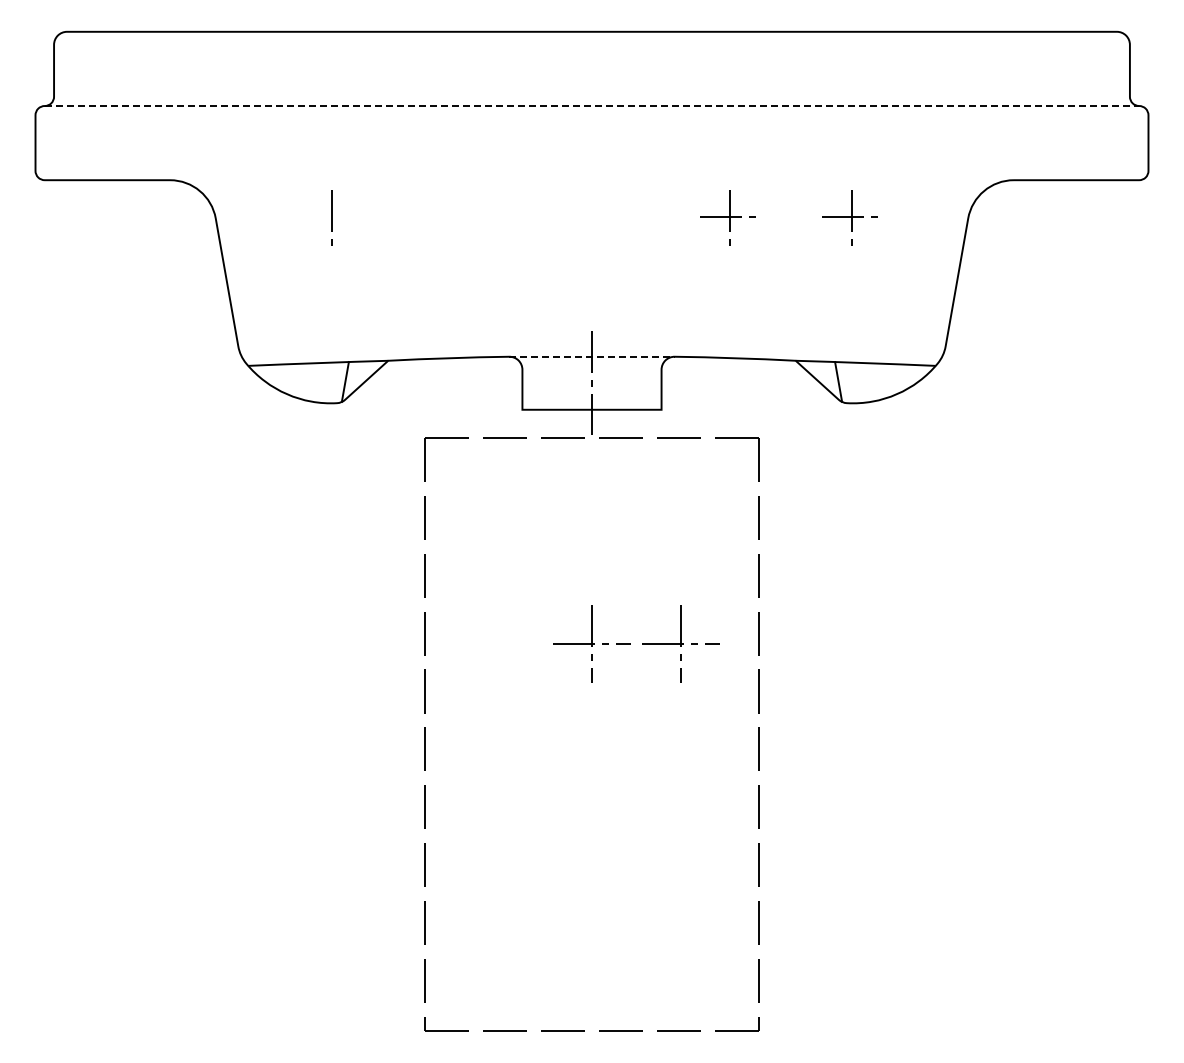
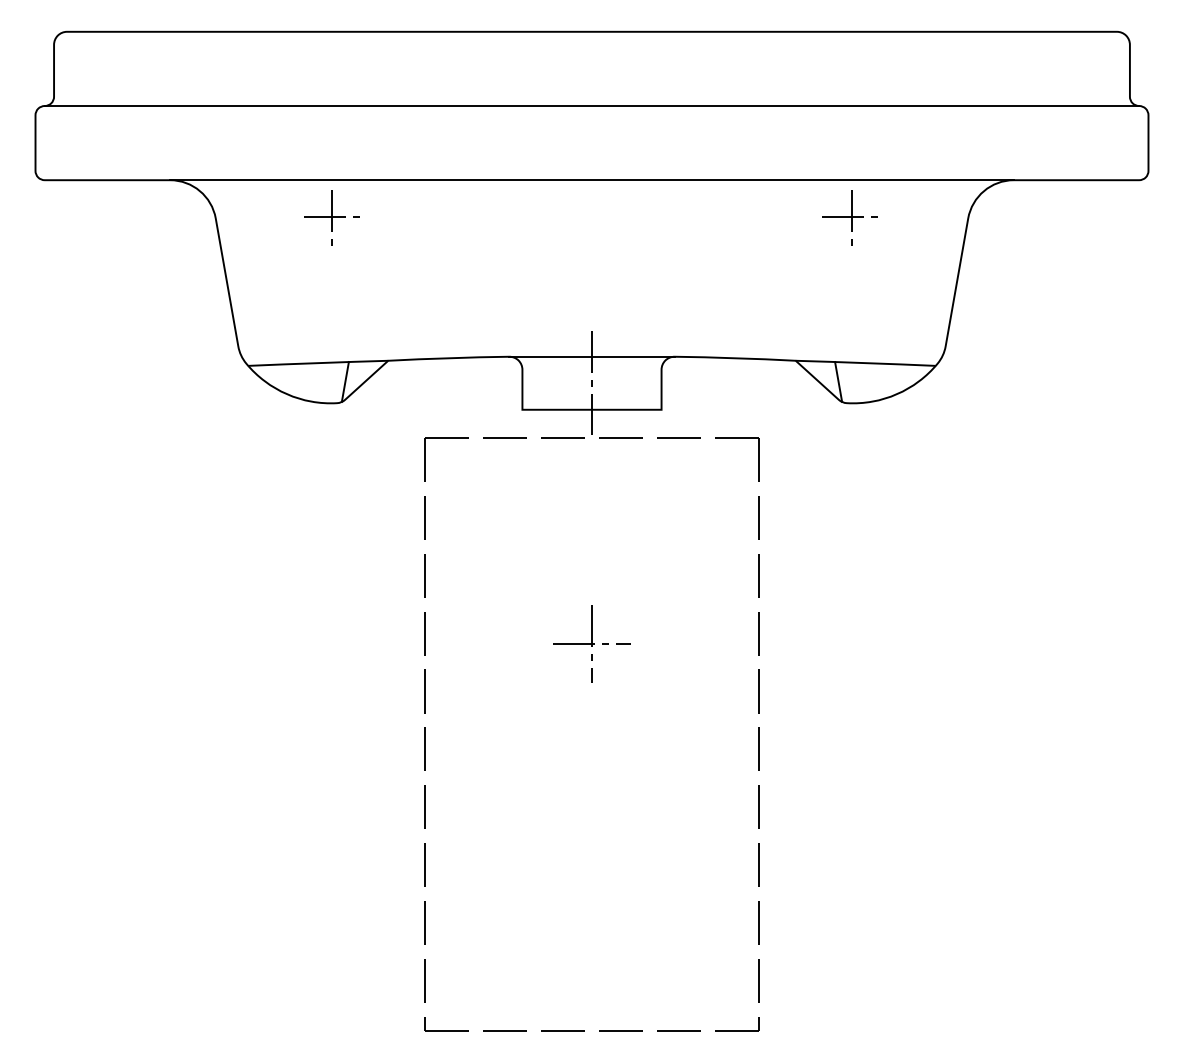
line at (592, 106): dashed -> solid
line at (591, 180): none -> present
line at (332, 217): none -> present
part at (727, 217): present -> none
line at (591, 356): dashed -> solid
part at (680, 643): present -> none
